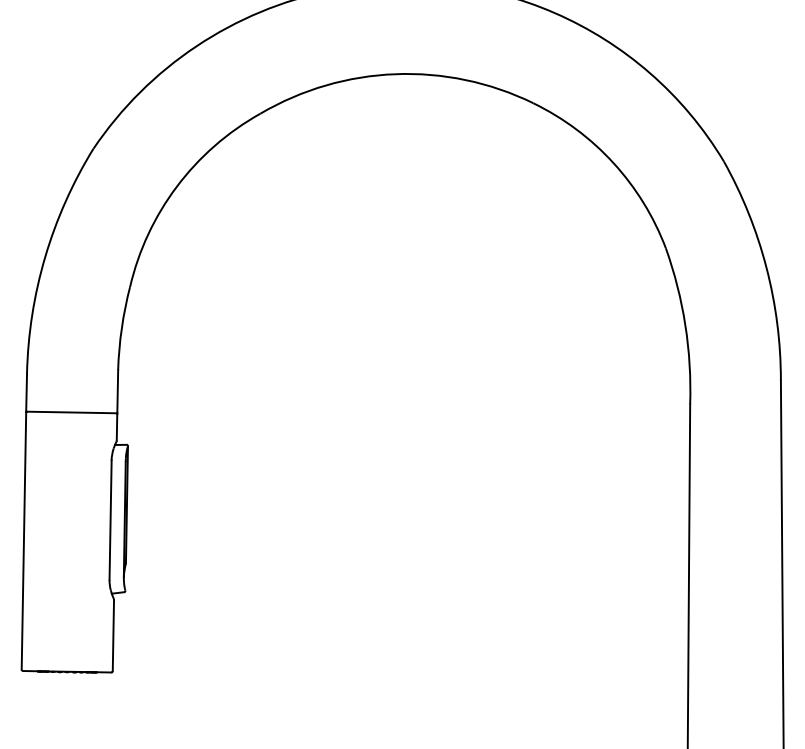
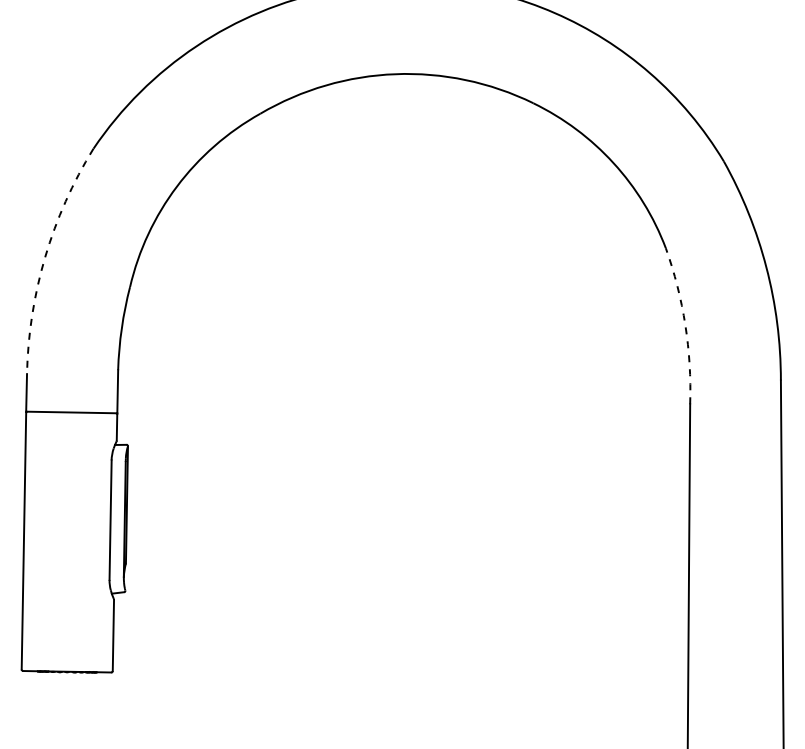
arc at (45, 257): solid -> dashed
arc at (685, 325): solid -> dashed
